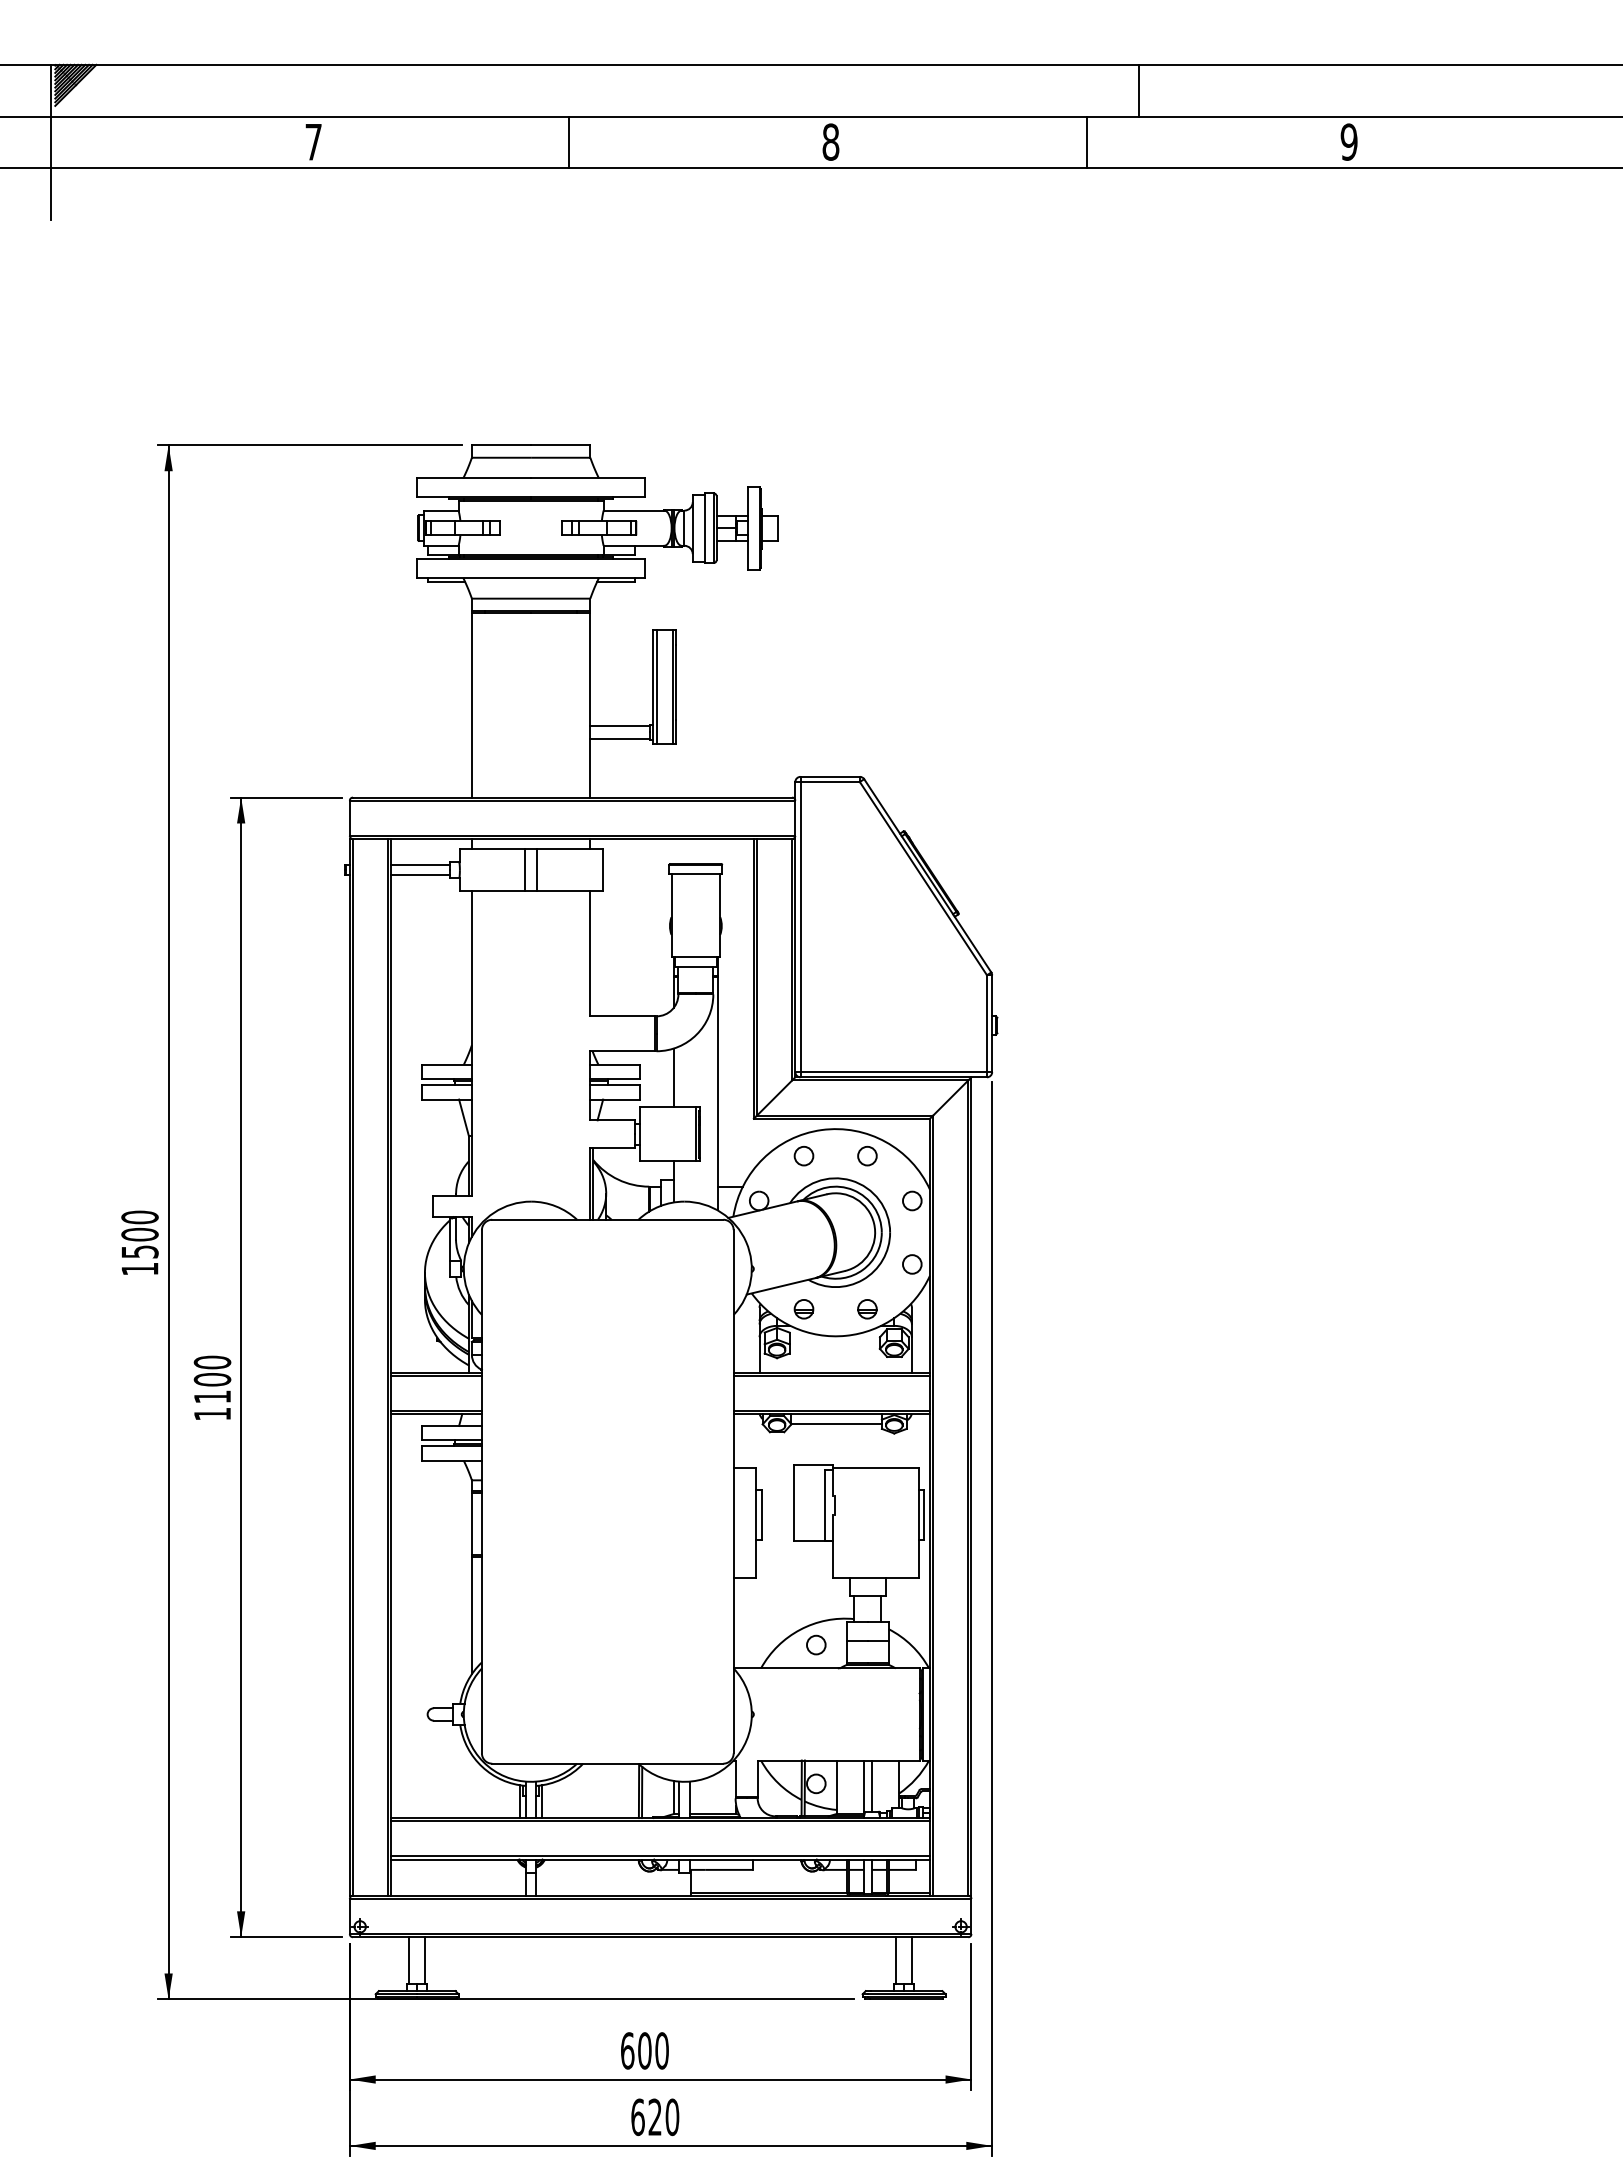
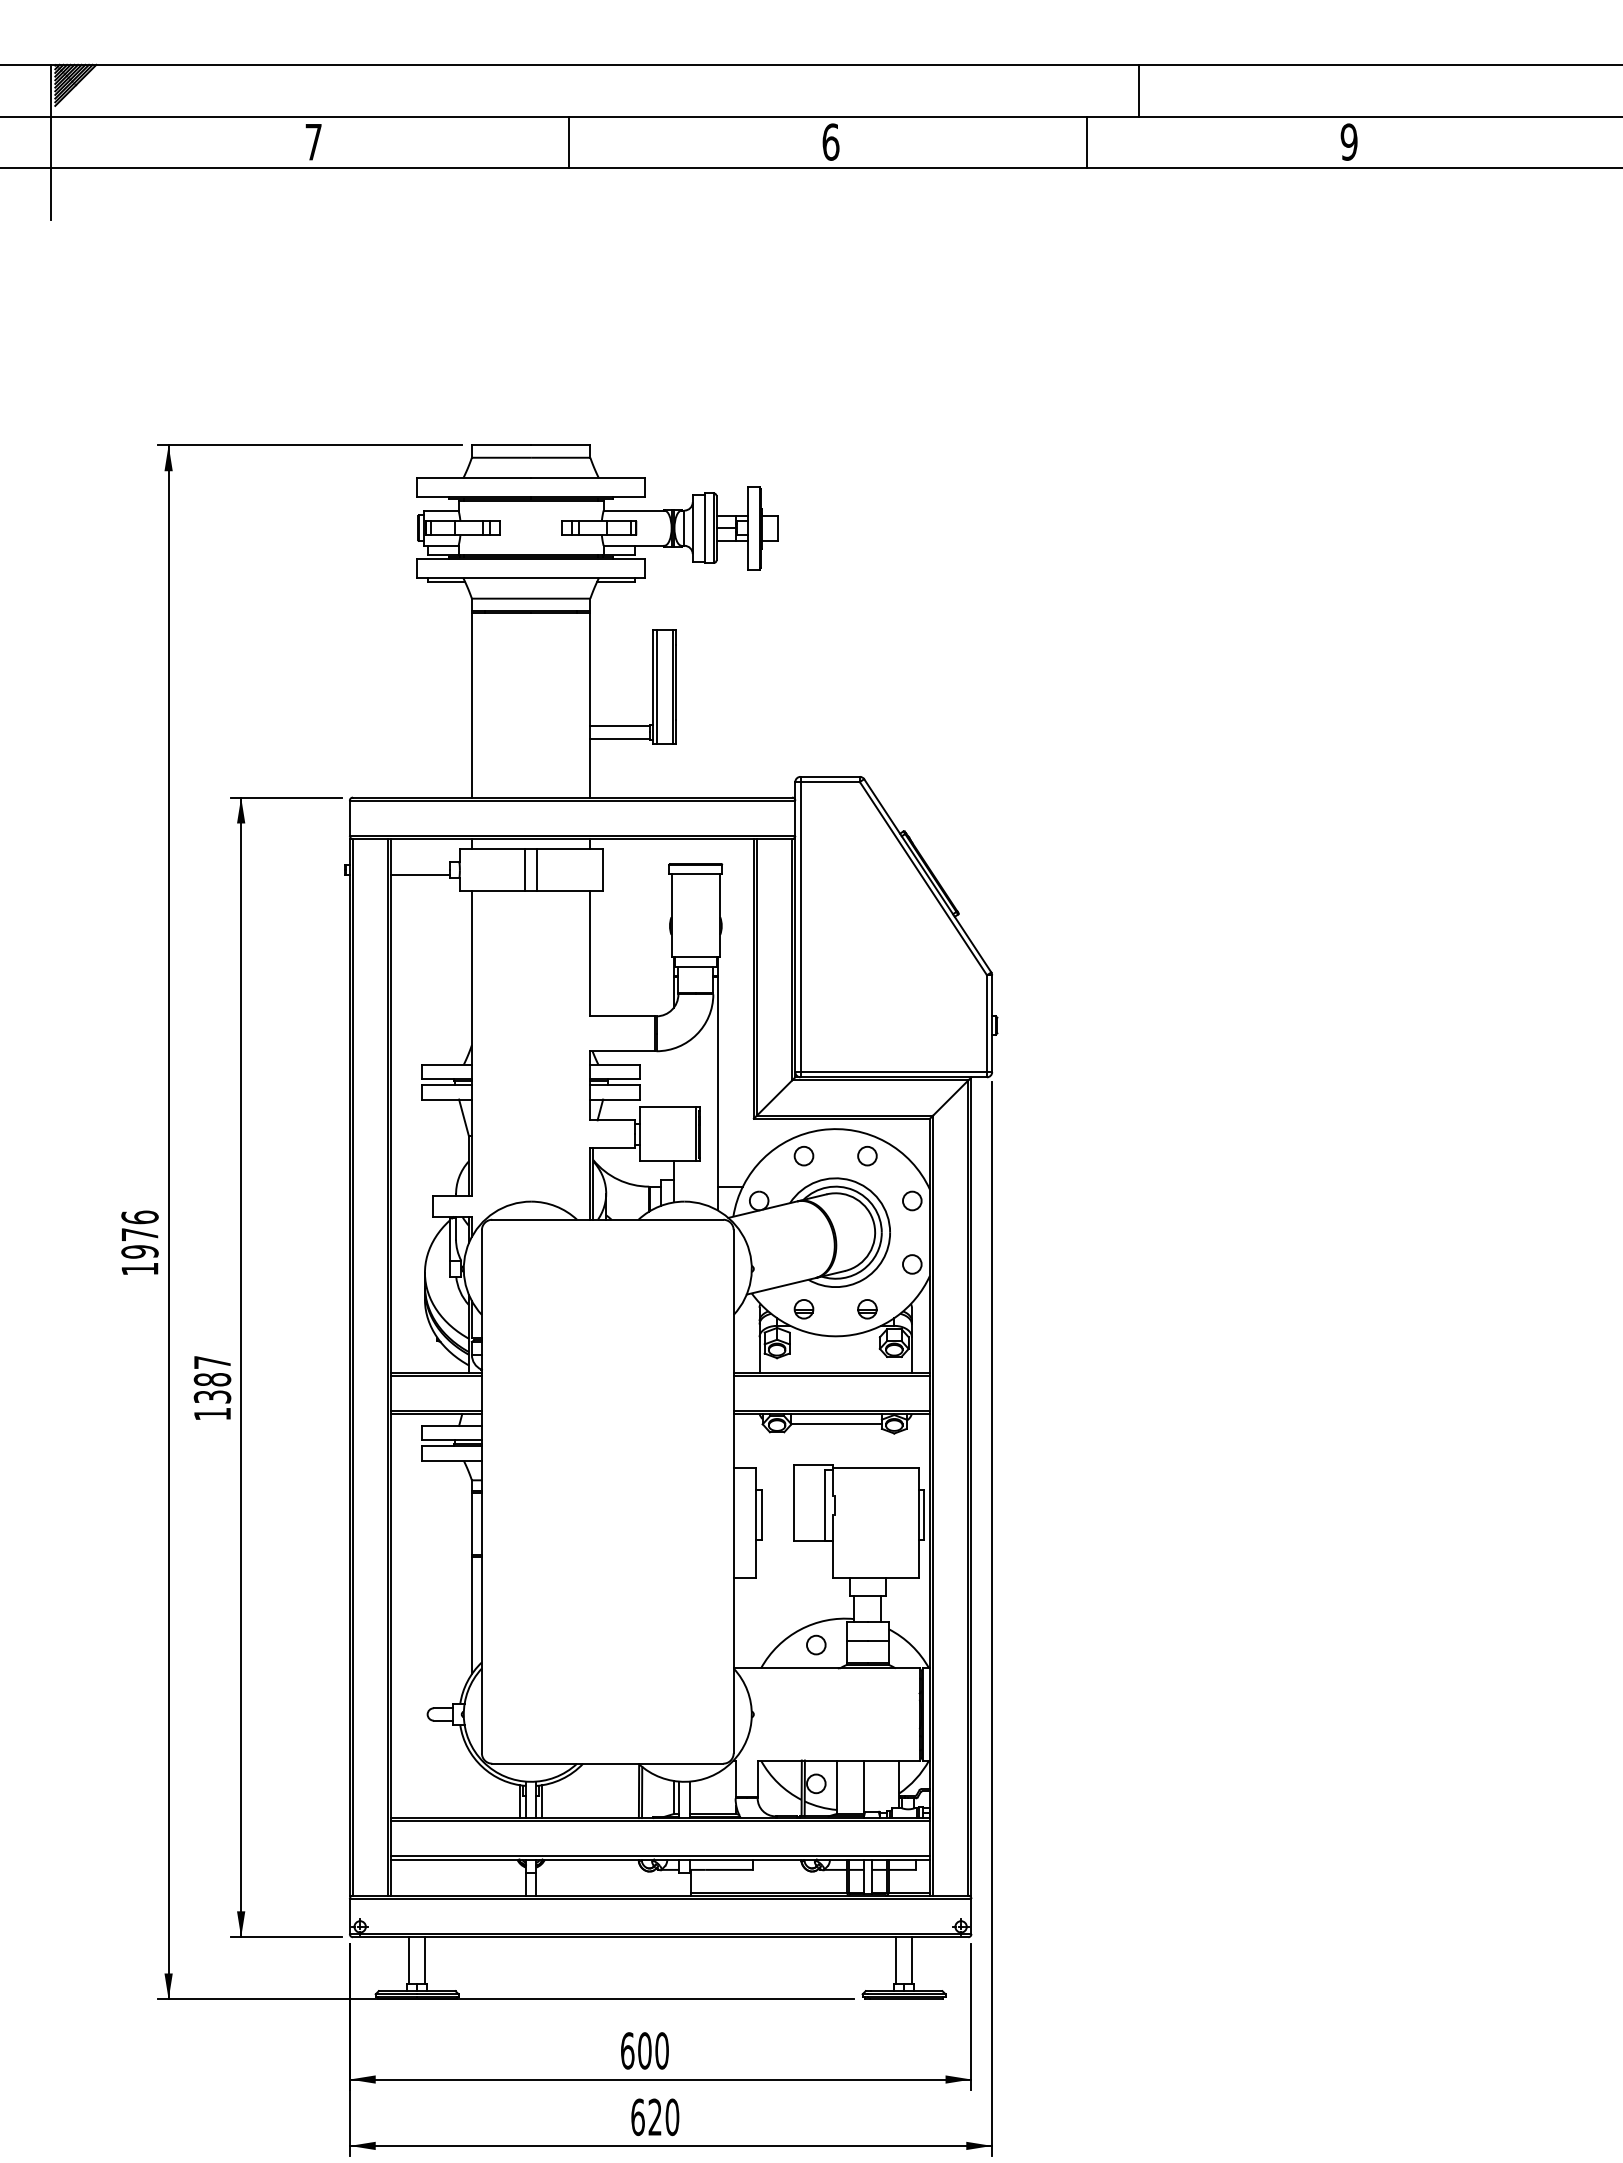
text at (830, 141): 8 -> 6
line at (420, 864): present -> none
line at (673, 1077): present -> none
text at (139, 1234): 1500 -> 1976
text at (212, 1379): 1100 -> 1387
line at (872, 1785): present -> none
